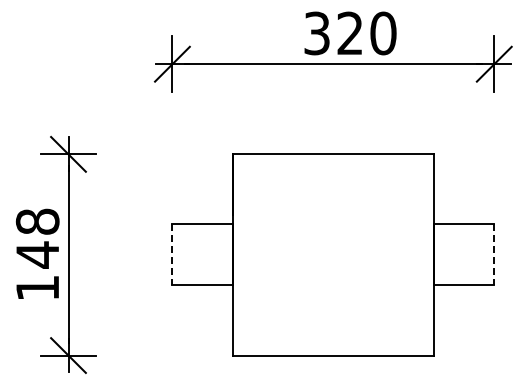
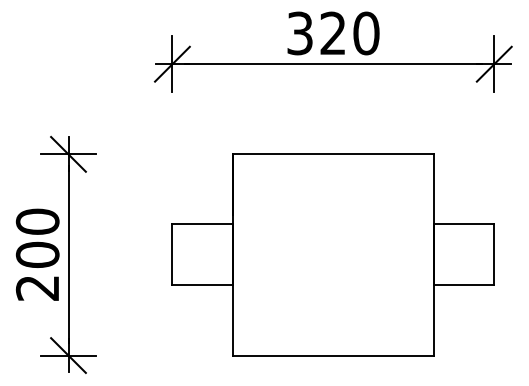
text at (350, 33) position: (350, 33) -> (333, 33)
text at (37, 254): 148 -> 200
line at (172, 255): dashed -> solid
line at (494, 255): dashed -> solid
